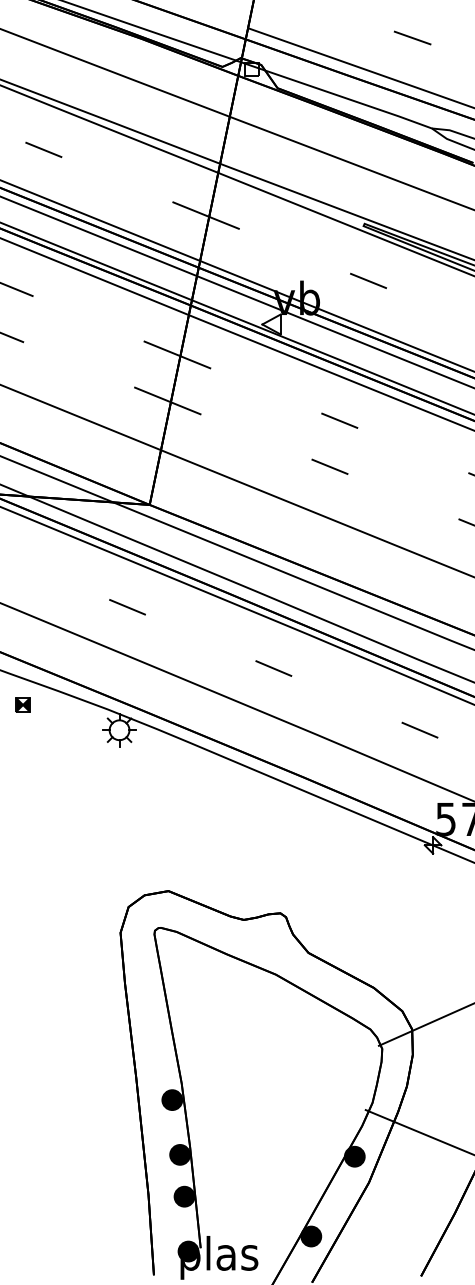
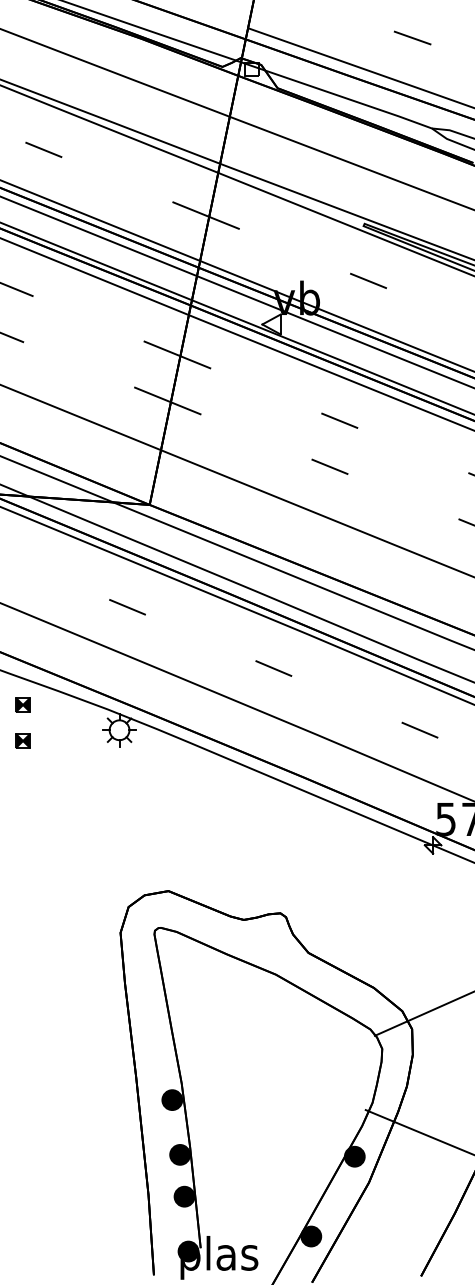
part at (22, 740): none -> present
line at (424, 1024) position: (424, 1024) -> (422, 1013)
